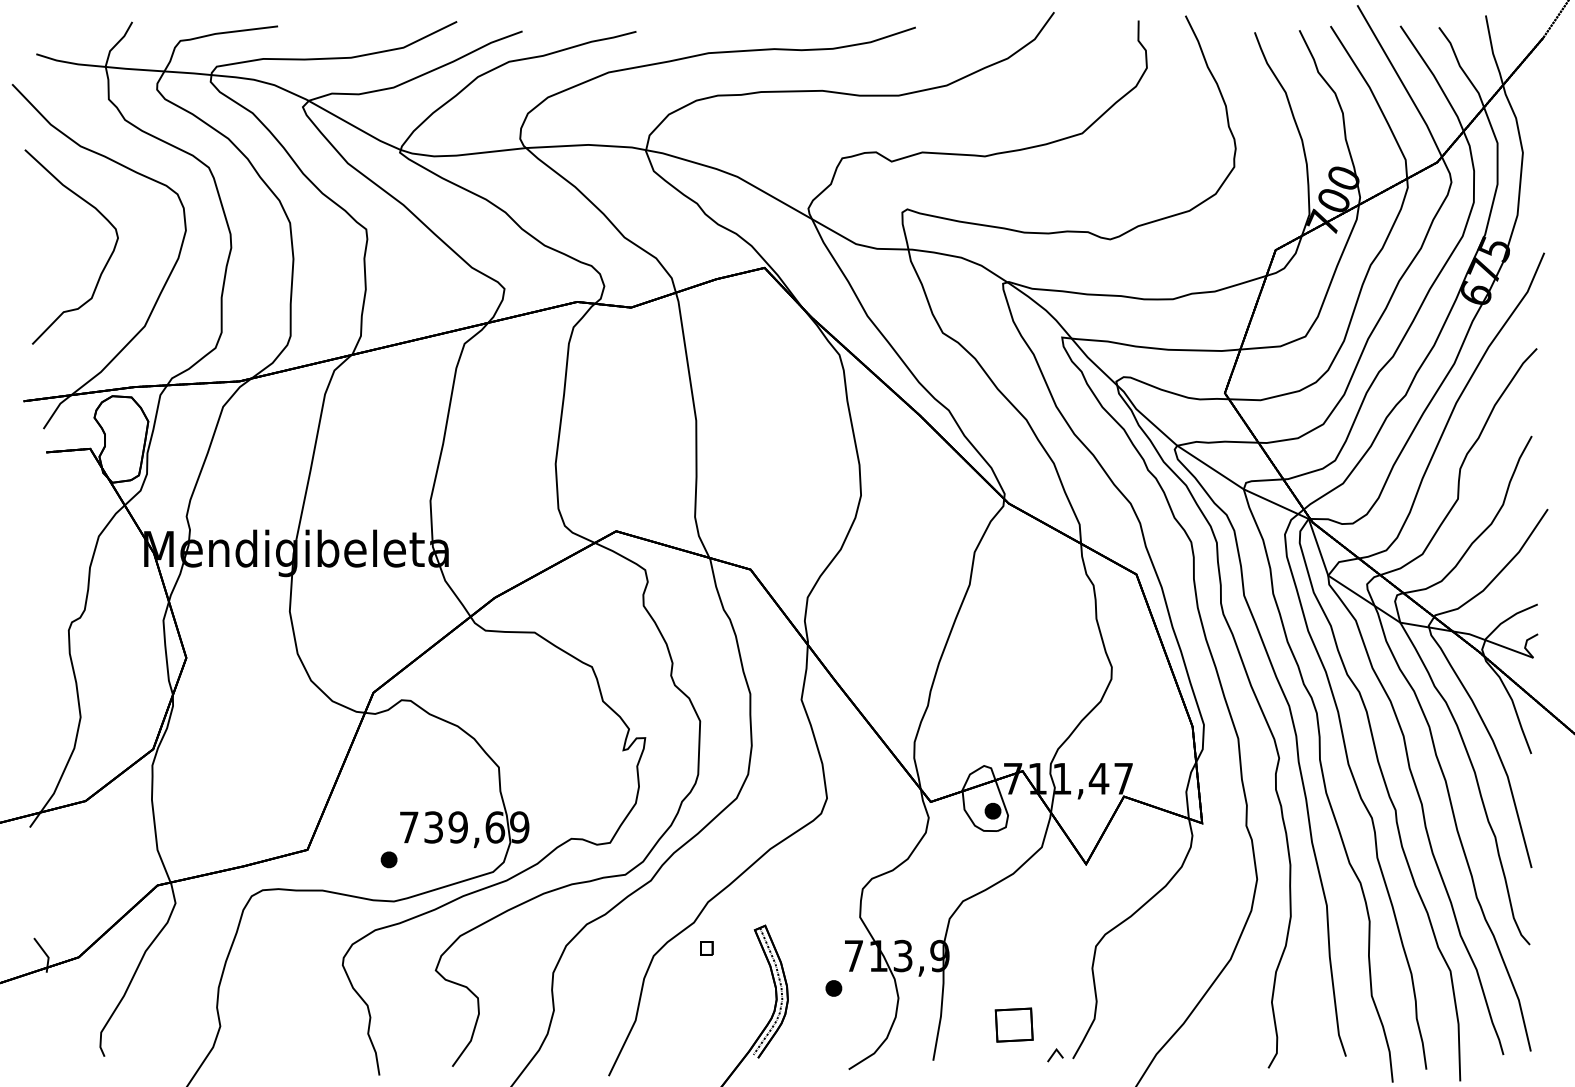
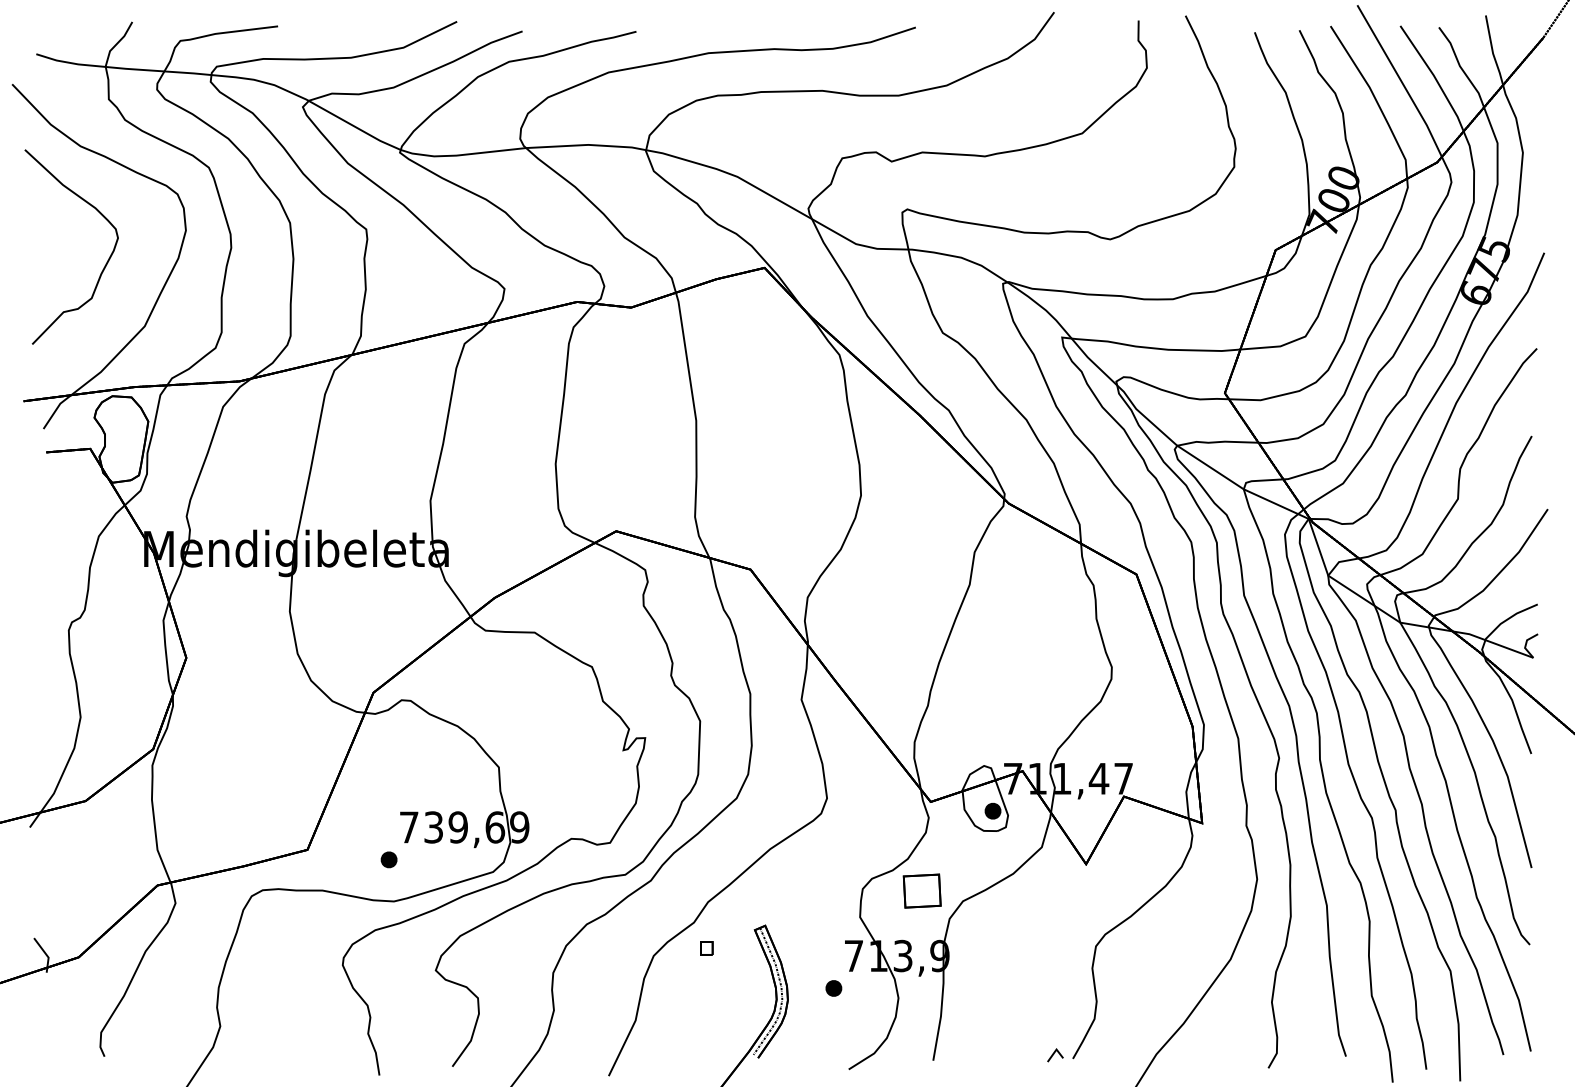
part at (1013, 1024) position: (1013, 1024) -> (921, 890)
